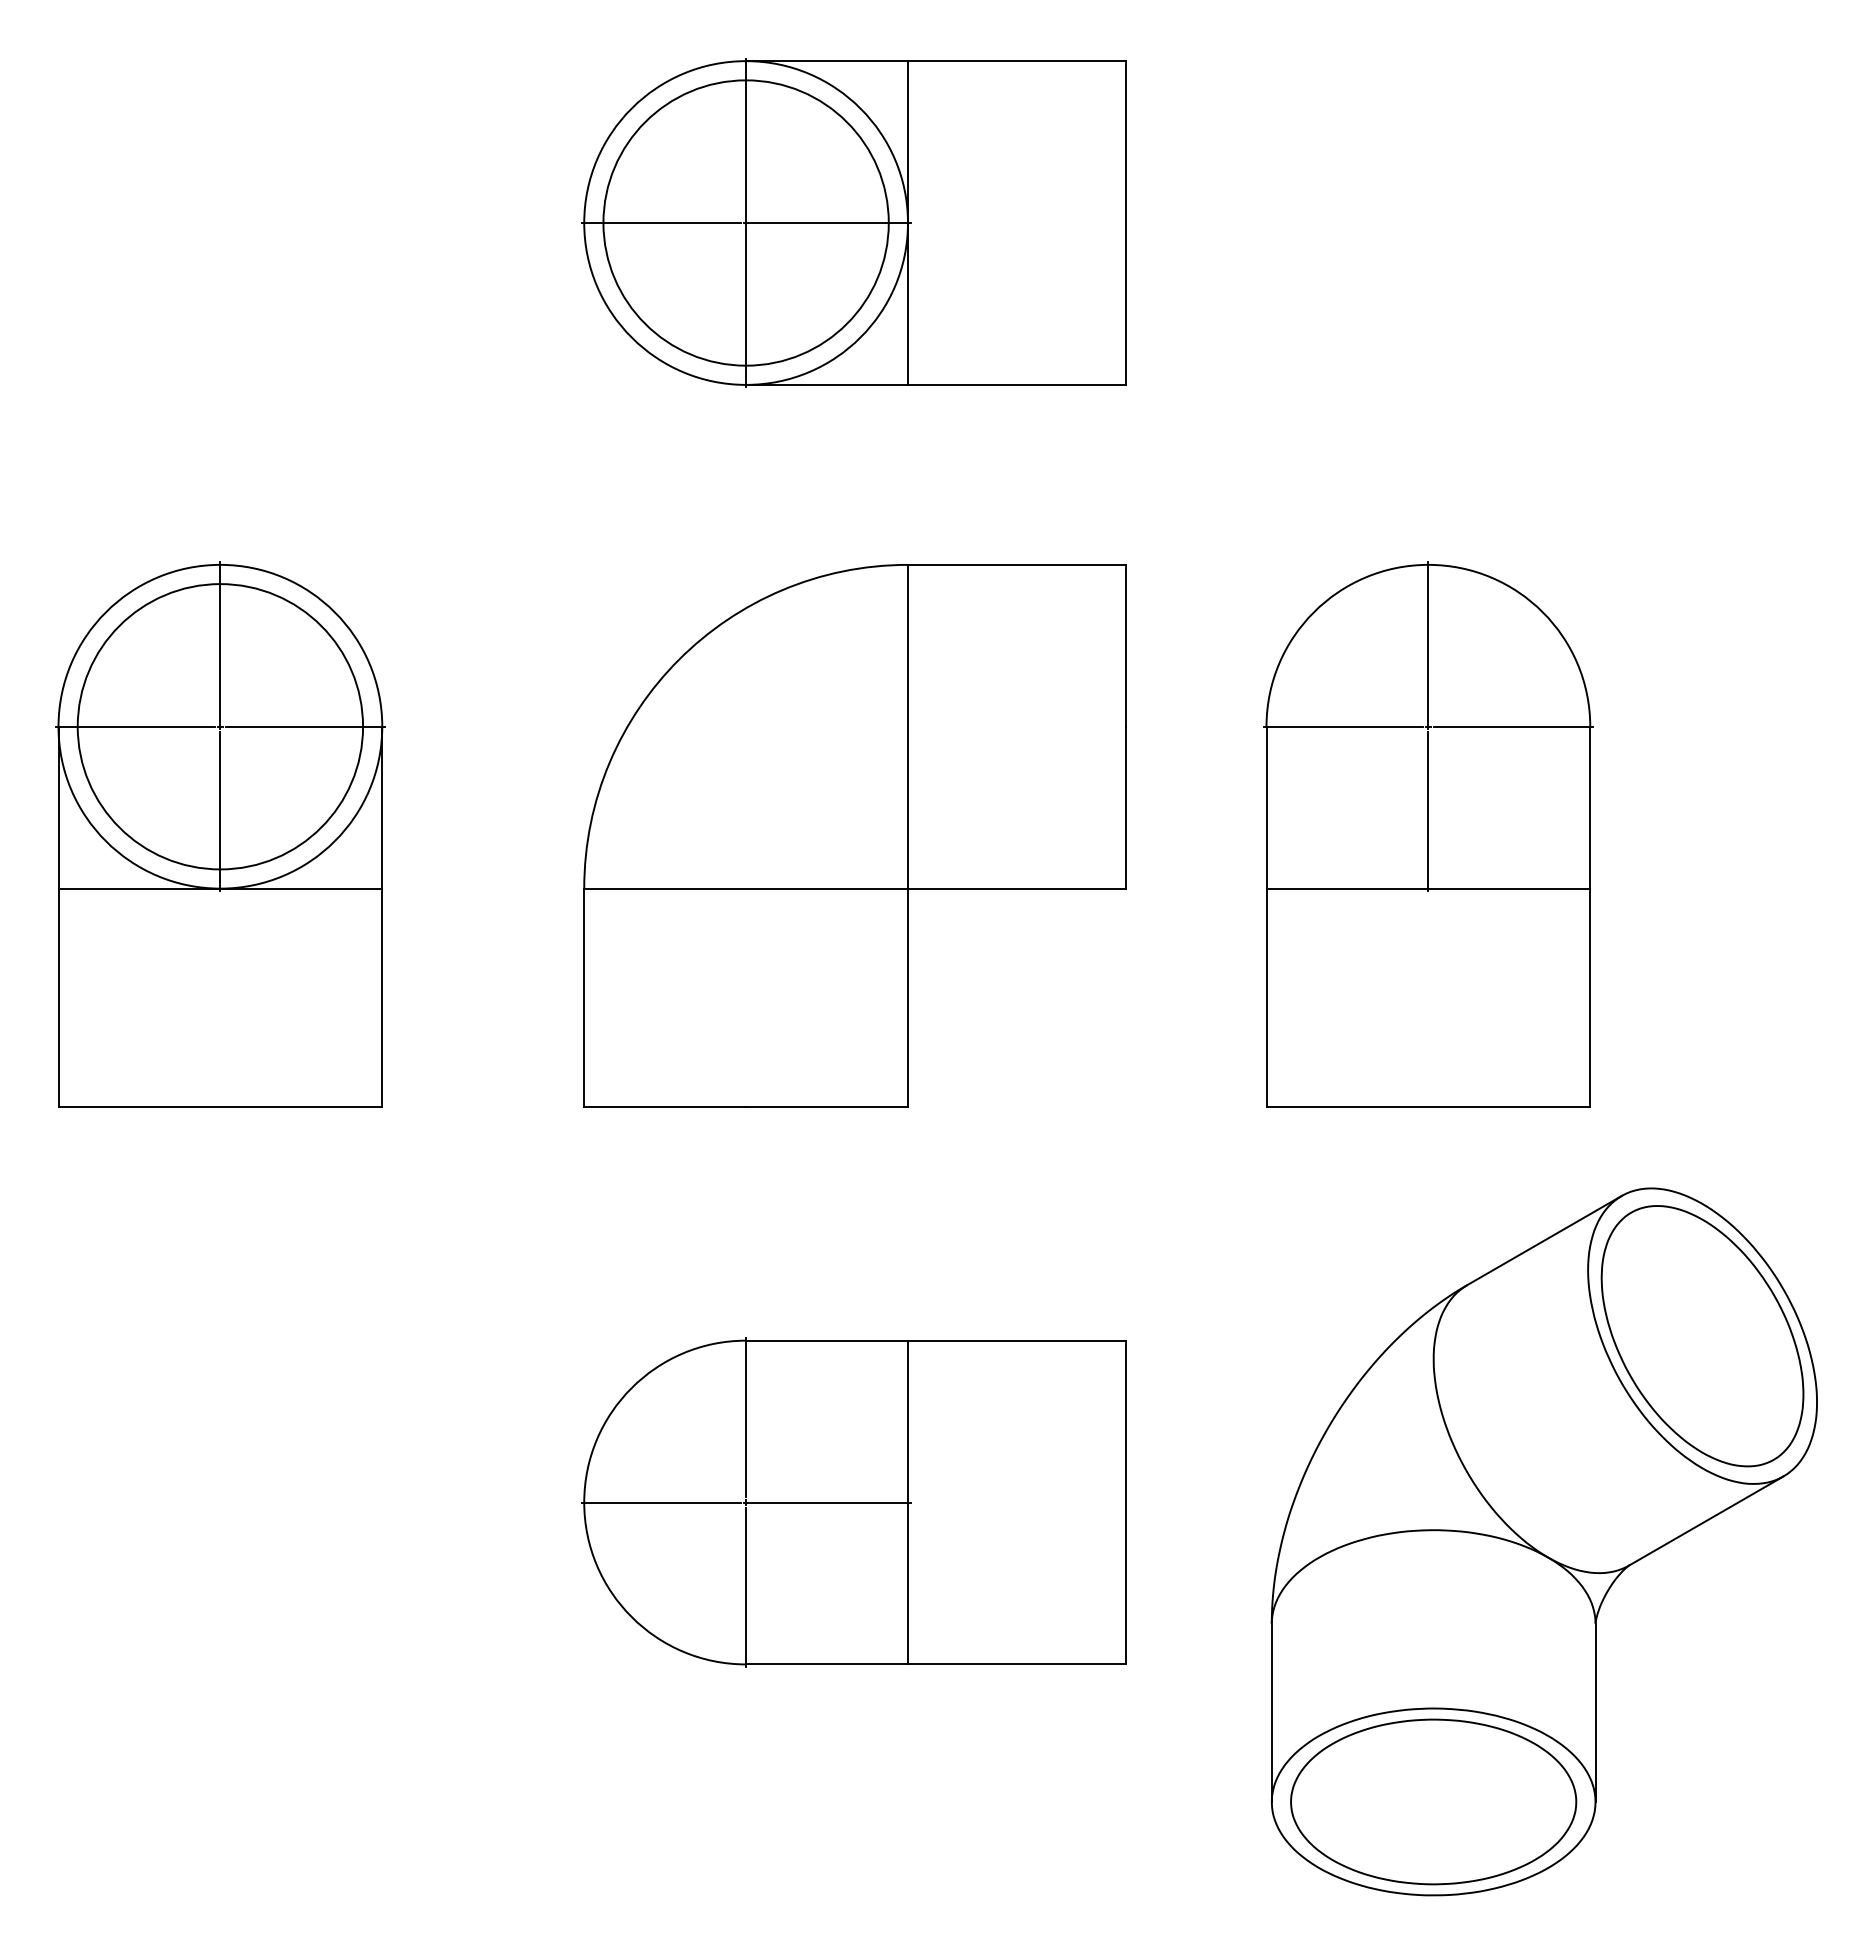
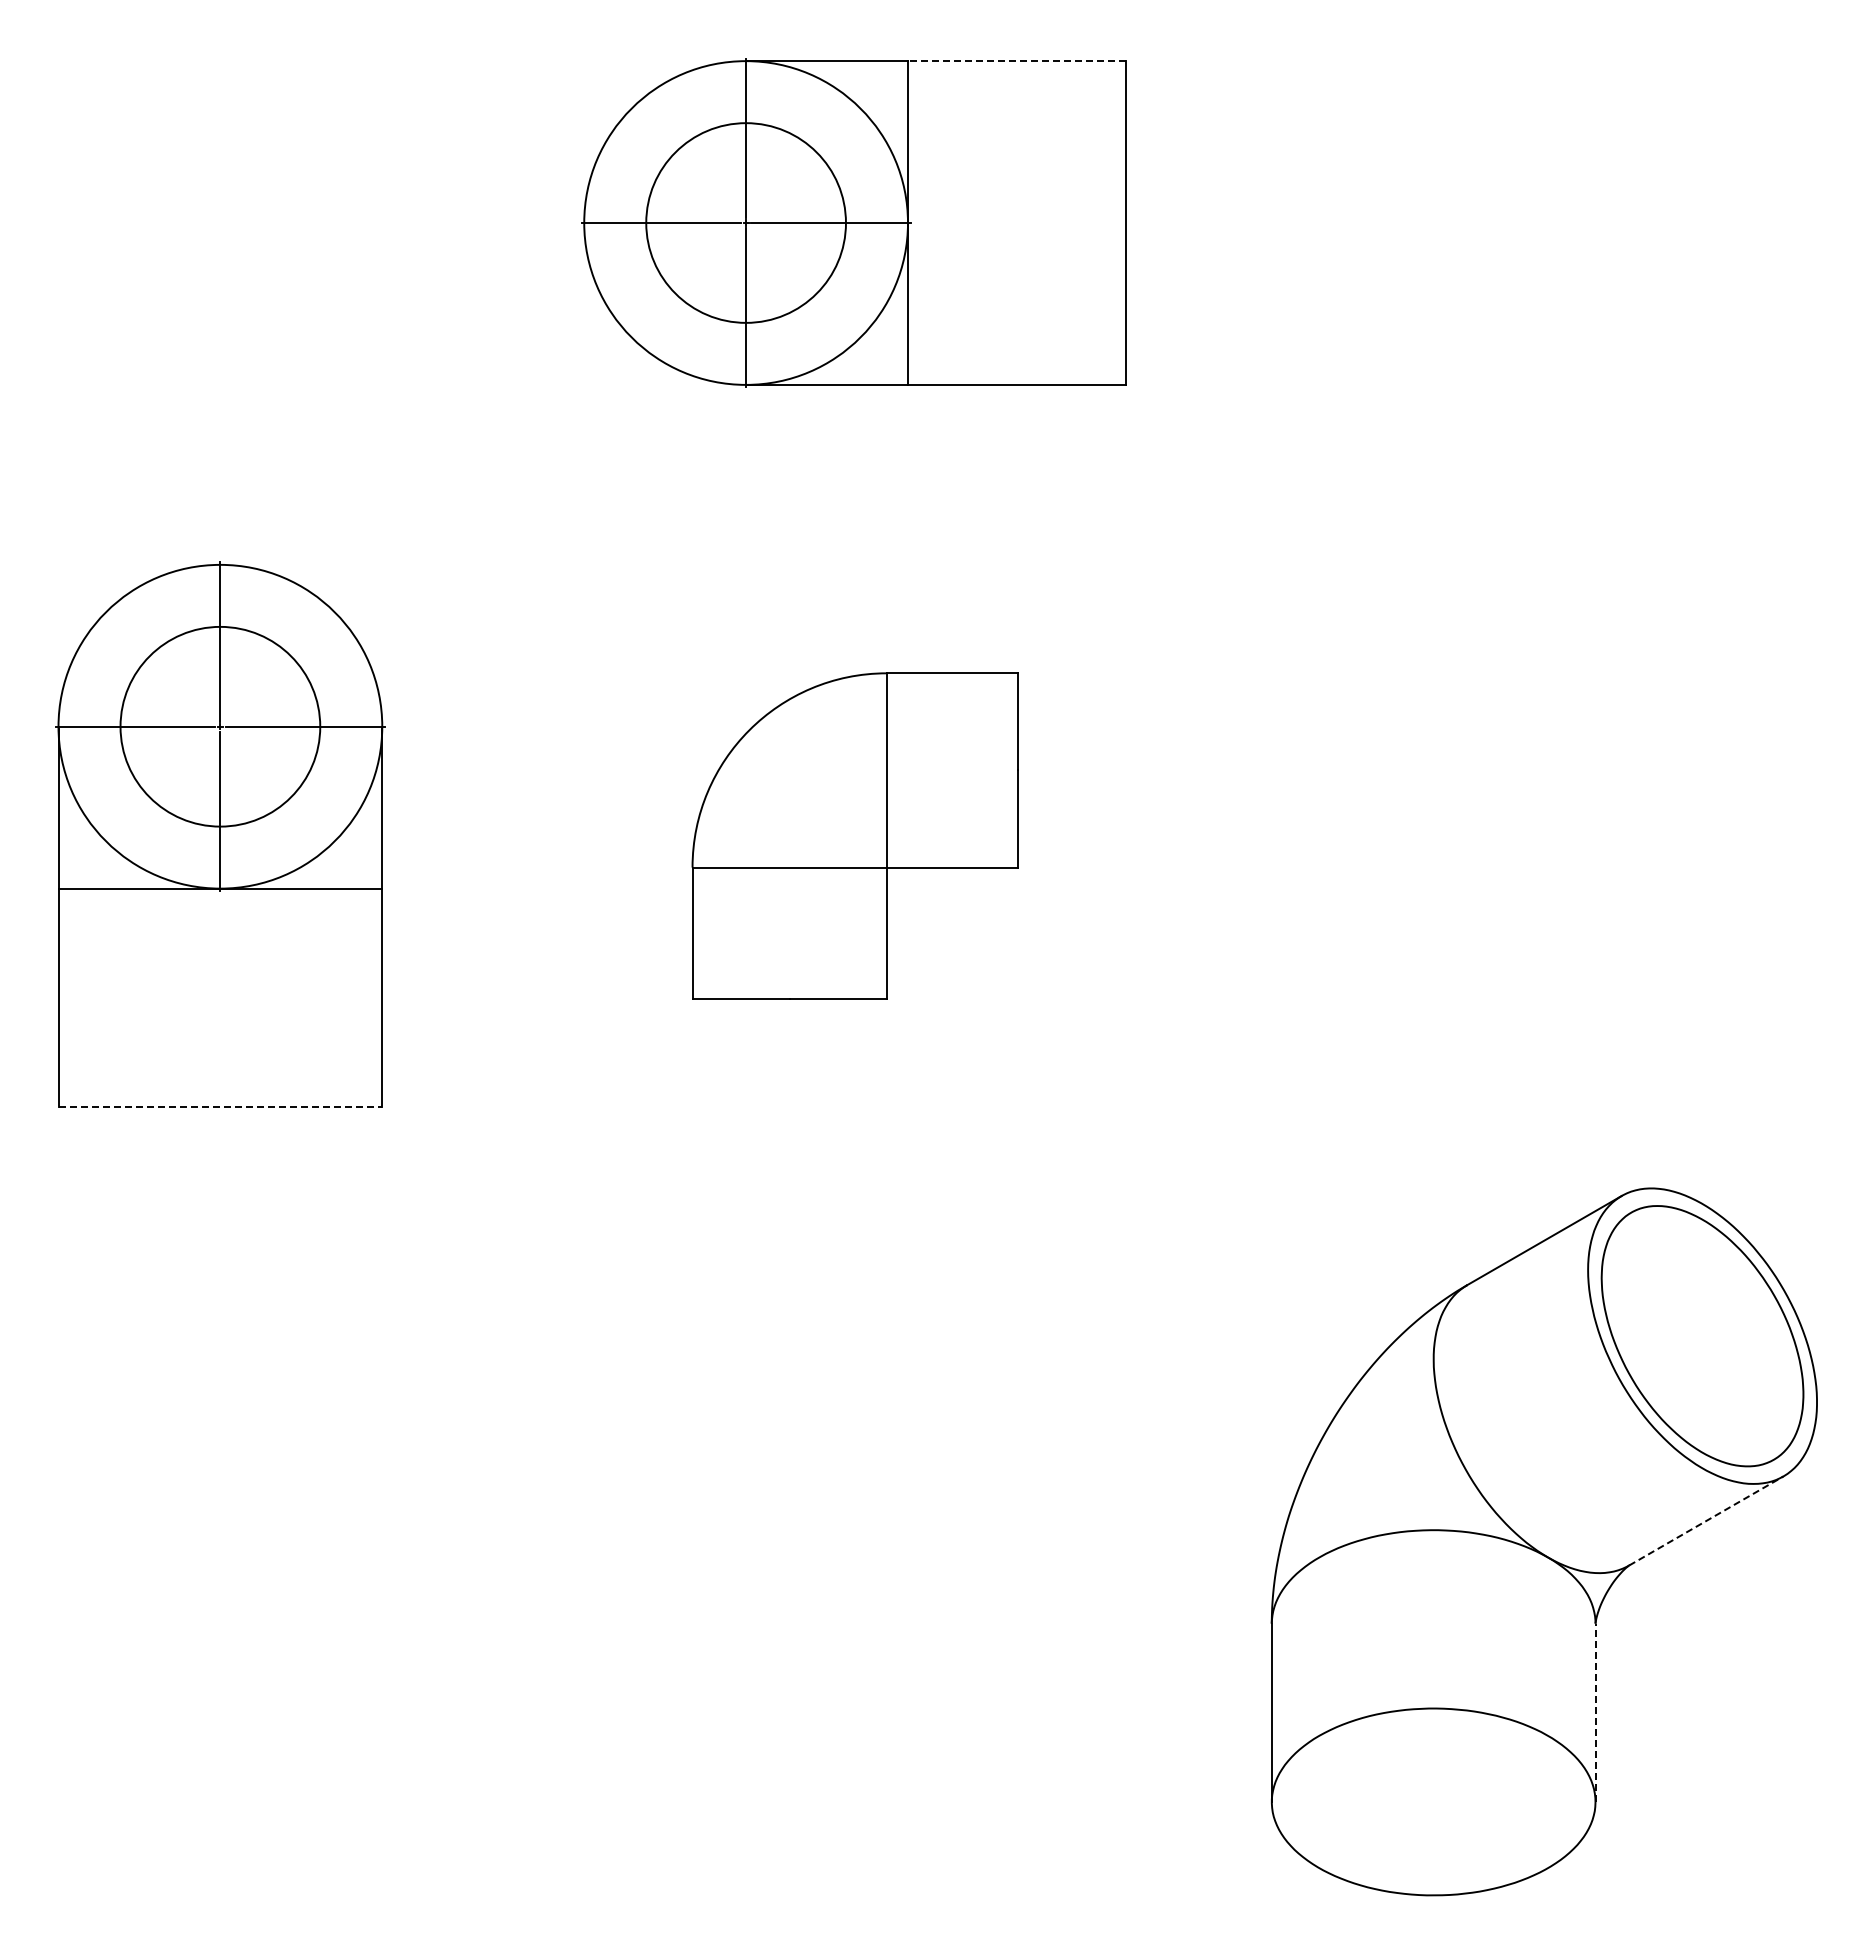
line at (1016, 61): solid -> dashed
circle at (745, 222) diameter: 285 px -> 200 px
circle at (220, 726) diameter: 285 px -> 200 px
part at (1428, 834): present -> none
part at (854, 835) size: 544x544 px -> 328x328 px
line at (220, 1107): solid -> dashed
part at (853, 1502): present -> none
line at (1706, 1520): solid -> dashed
line at (1595, 1712): solid -> dashed
part at (1433, 1801): present -> none
